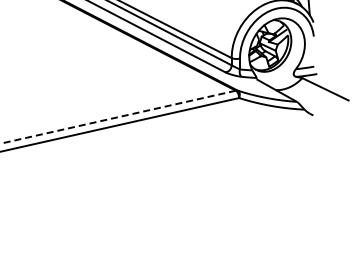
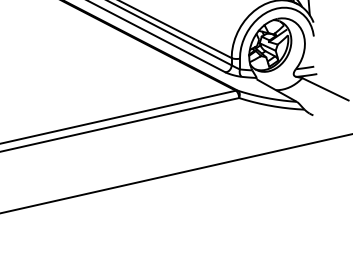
line at (117, 117): dashed -> solid
line at (175, 173): none -> present
